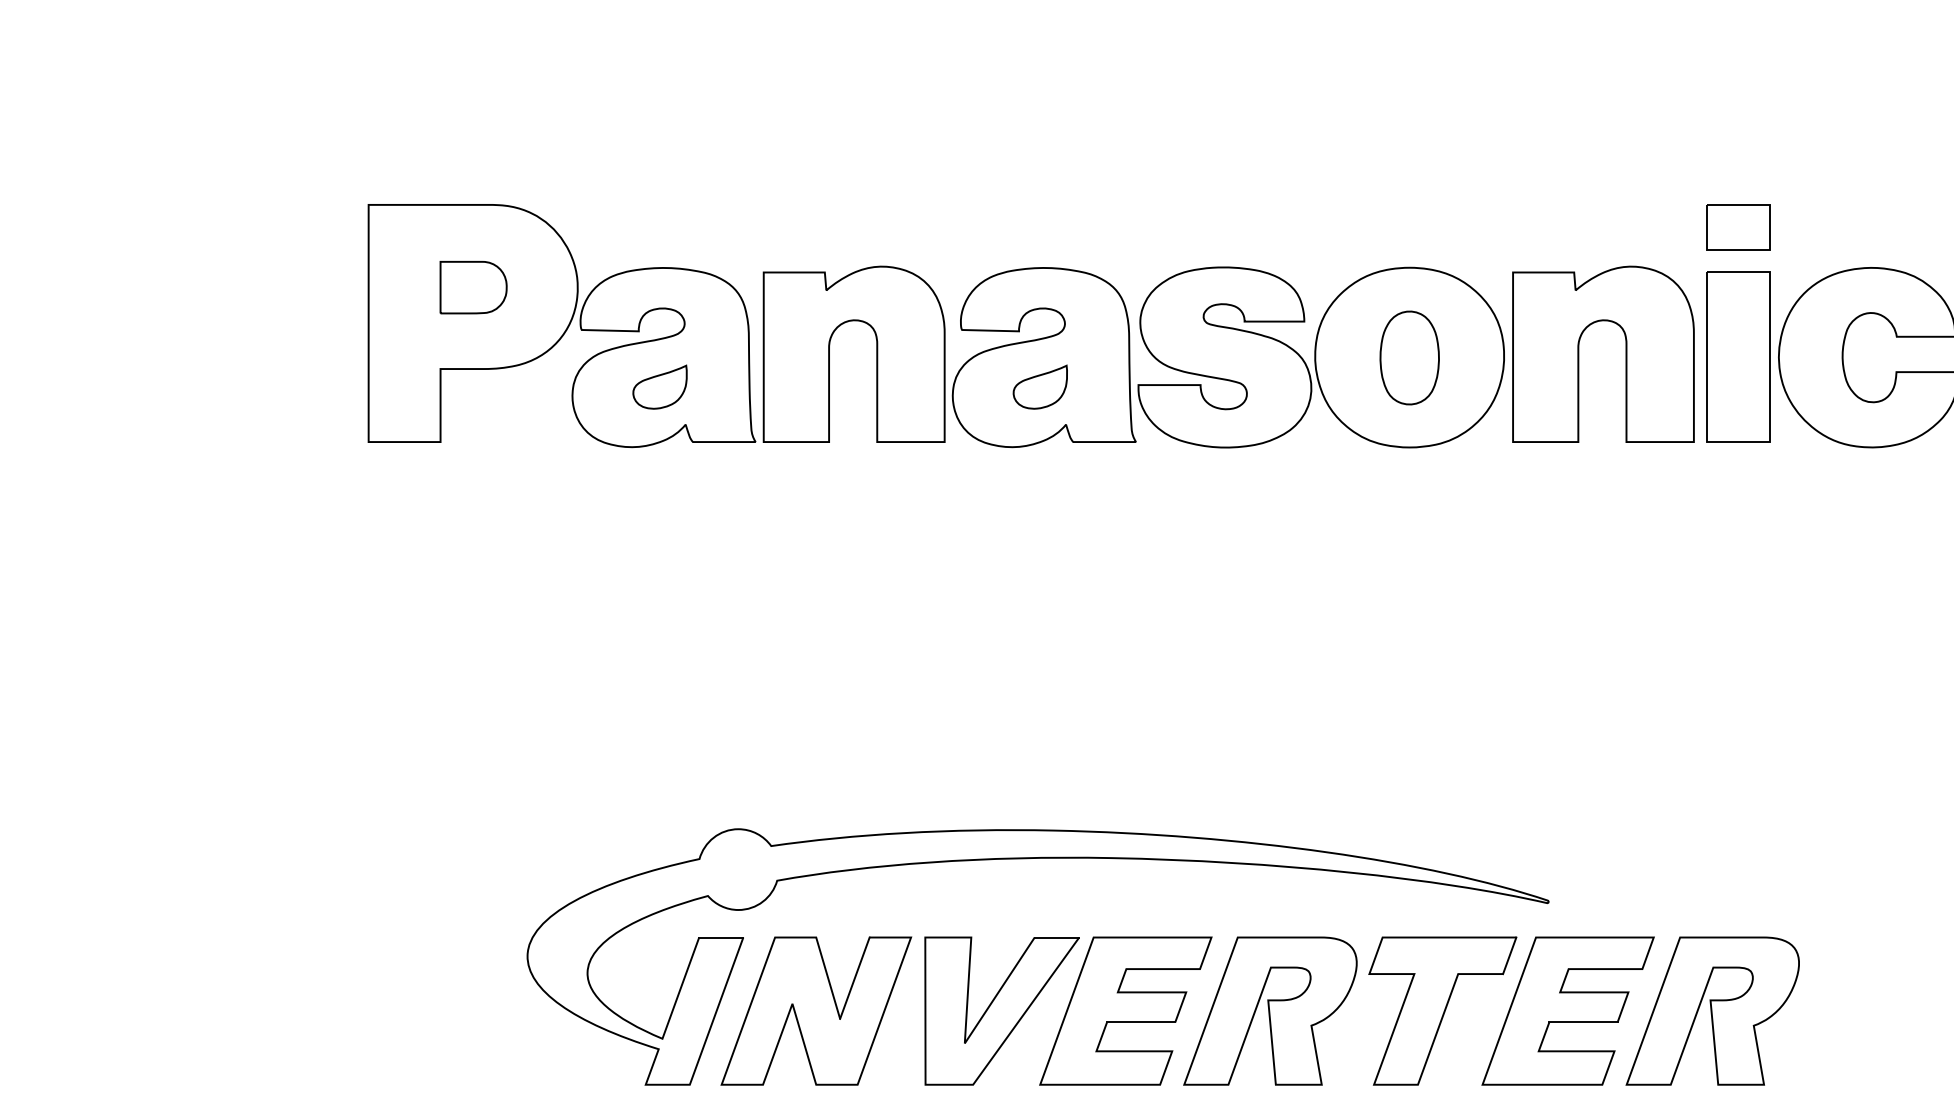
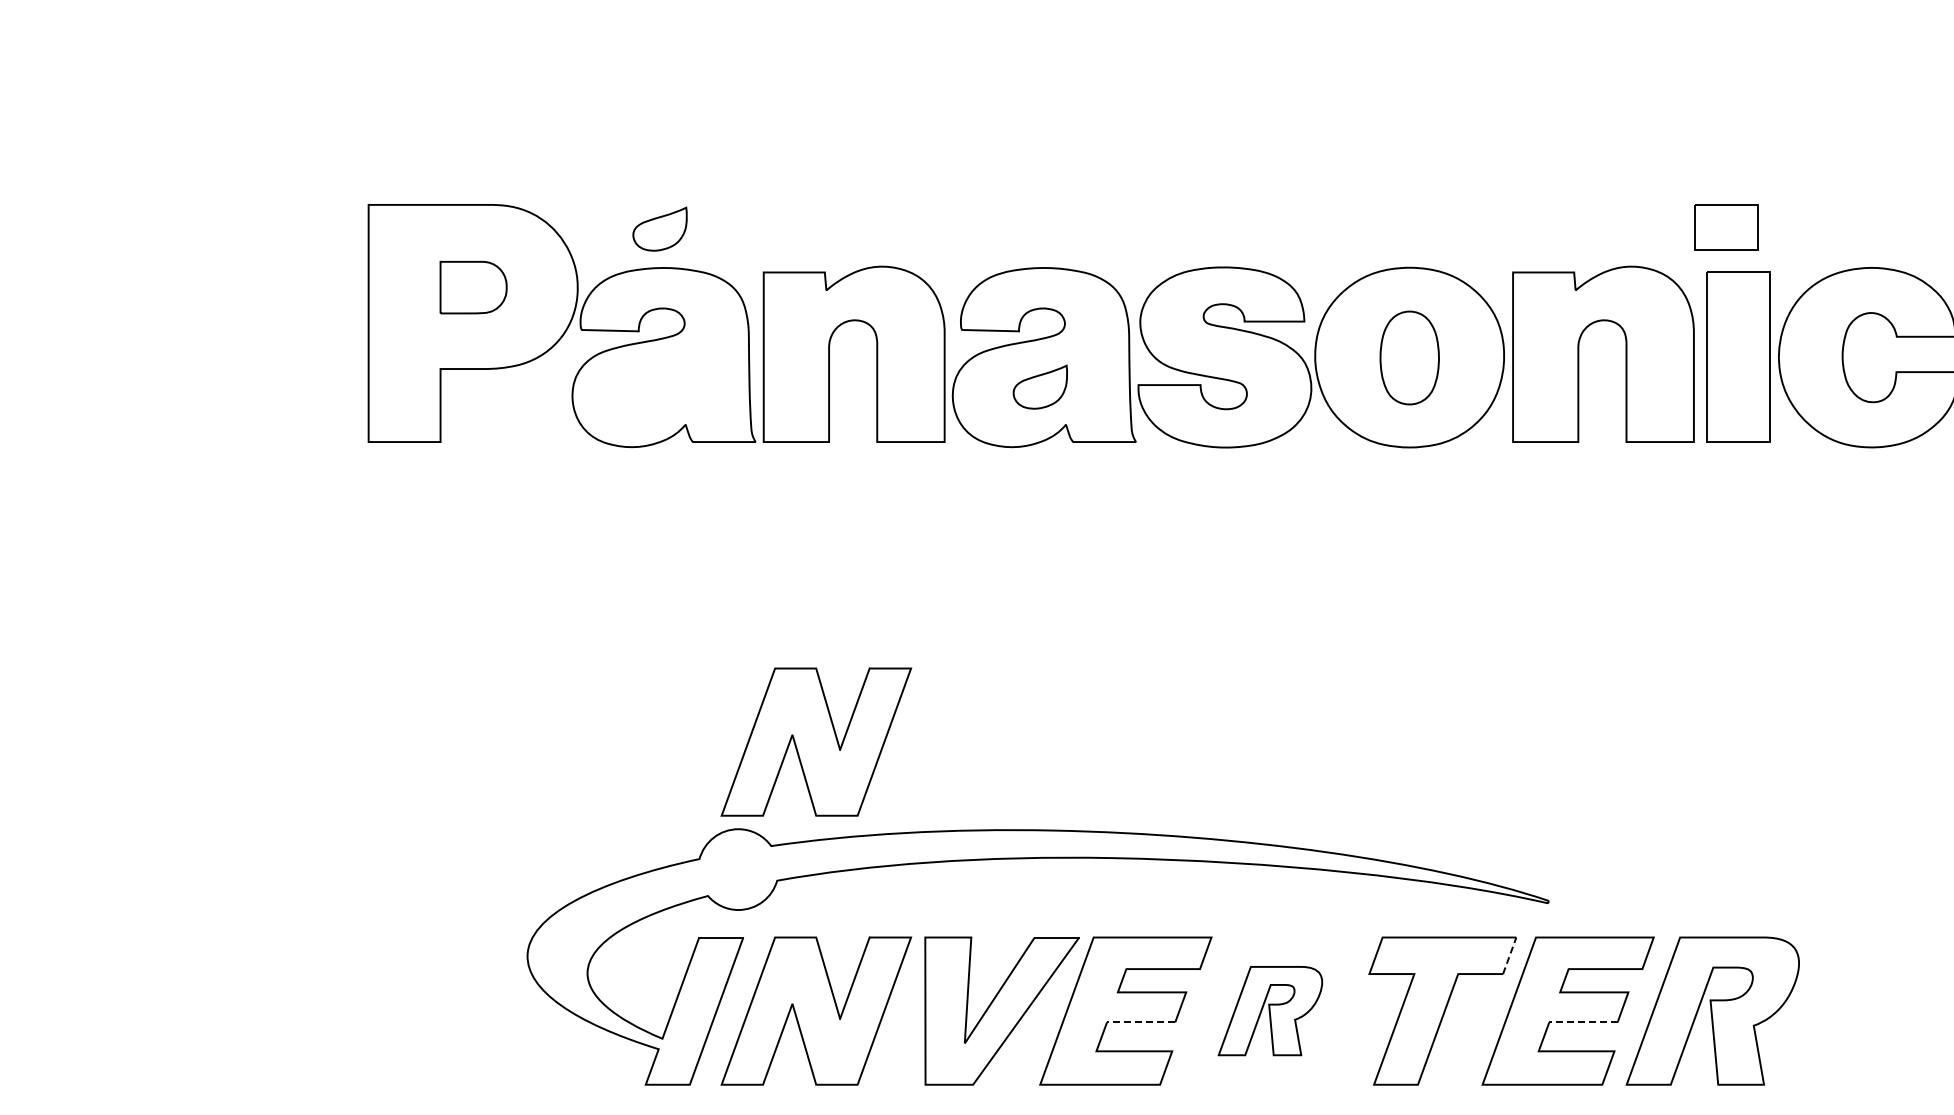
part at (1738, 227) position: (1738, 227) -> (1726, 227)
part at (659, 386) position: (659, 386) -> (659, 228)
part at (816, 741): none -> present
line at (1509, 955): solid -> dashed
part at (1270, 1010) size: 175x150 px -> 107x91 px
line at (1140, 1022): solid -> dashed
line at (1582, 1022): solid -> dashed
